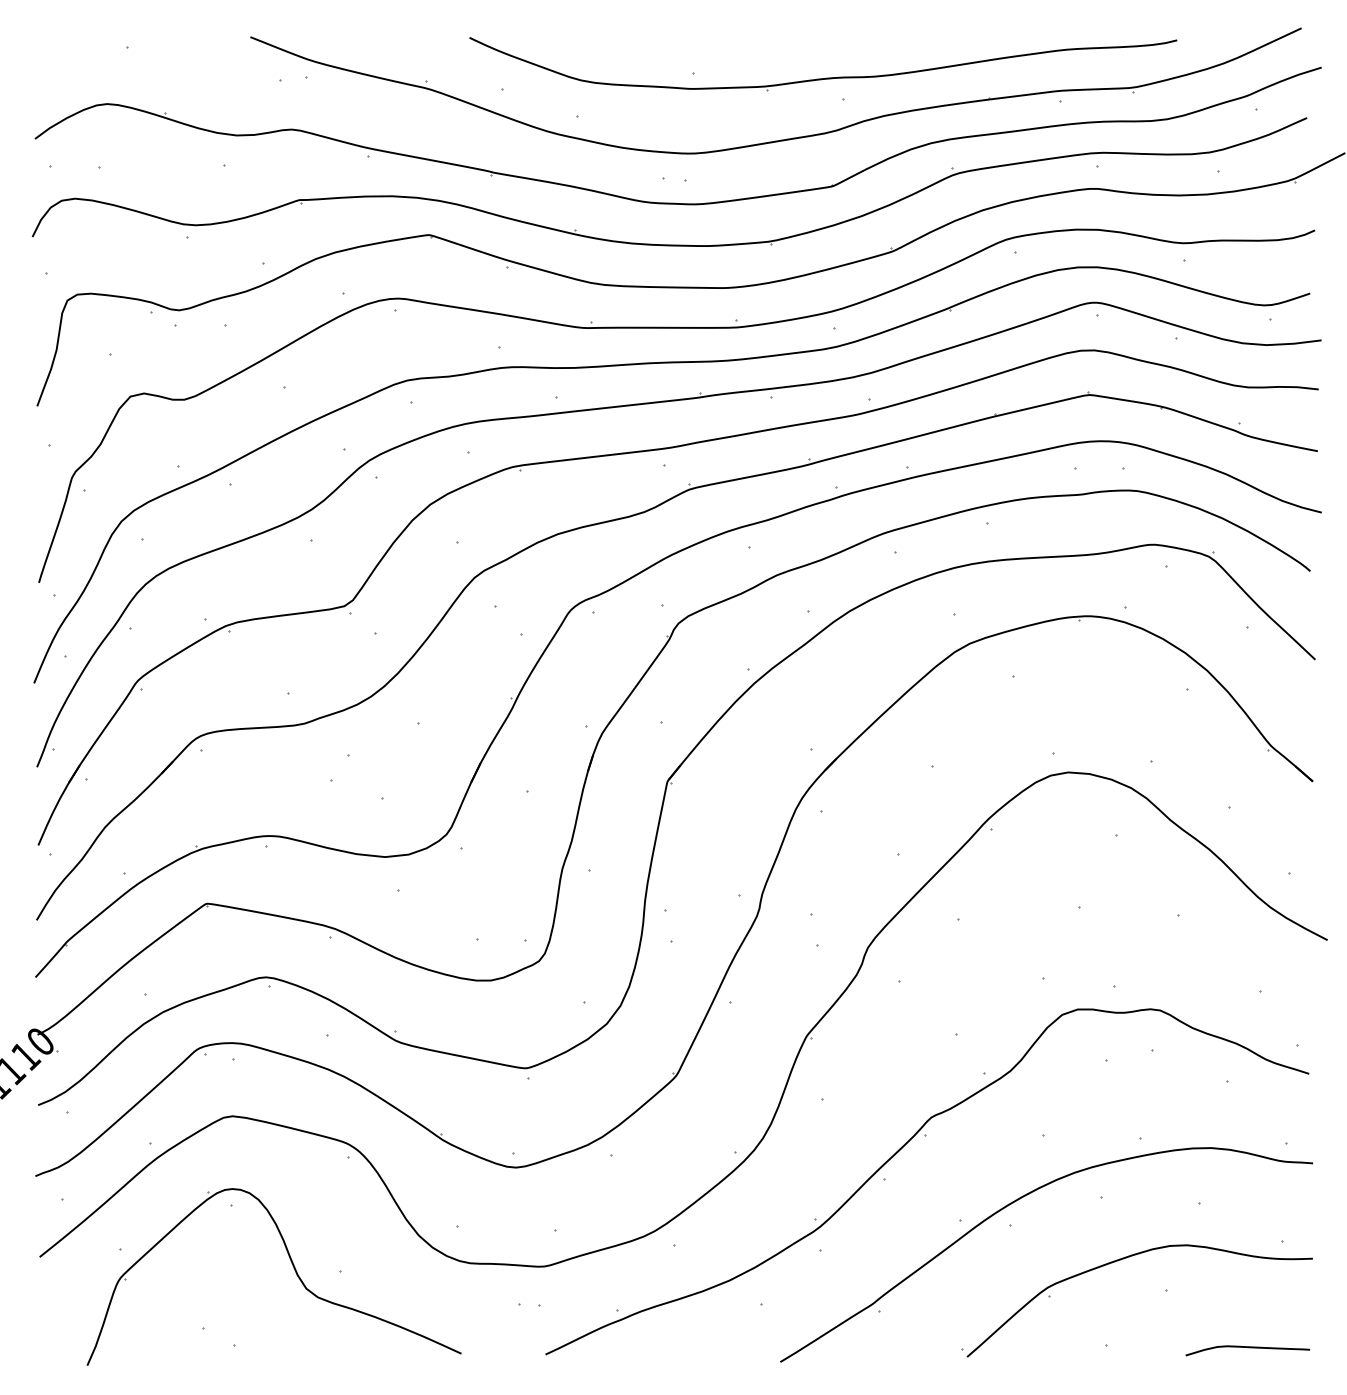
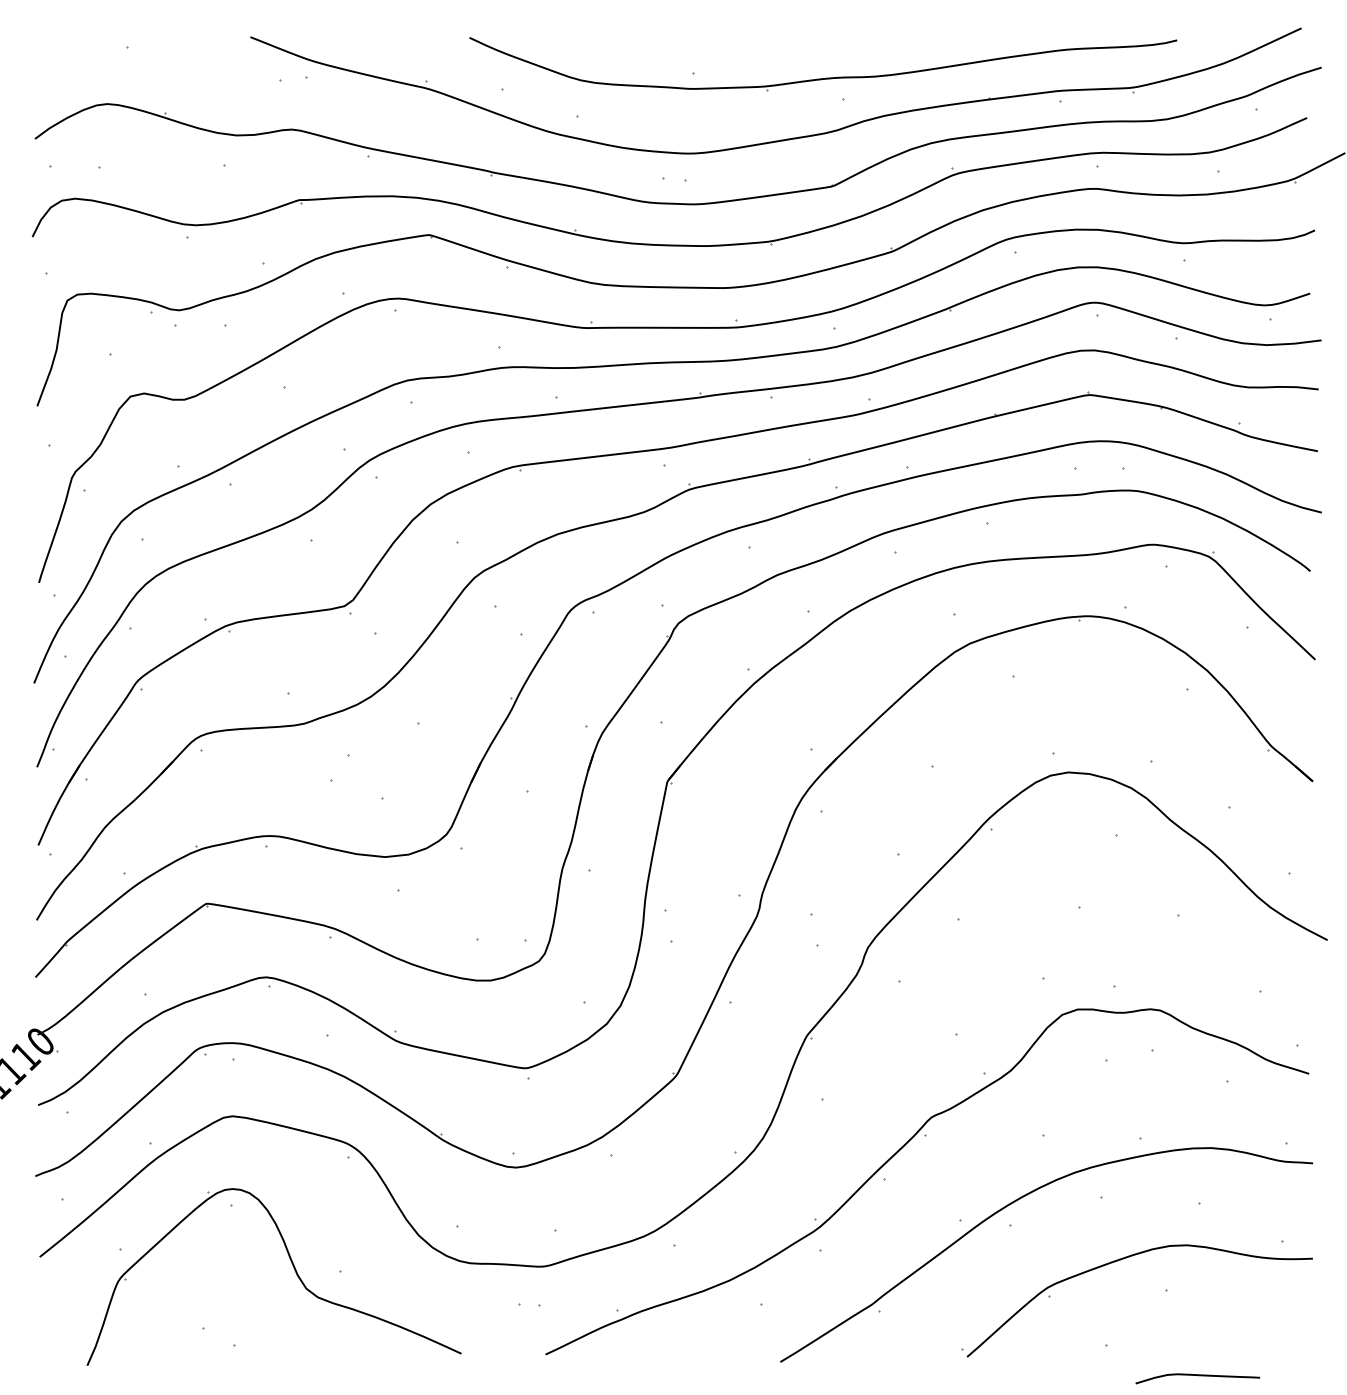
curve at (1248, 1348) position: (1248, 1348) -> (1198, 1376)
